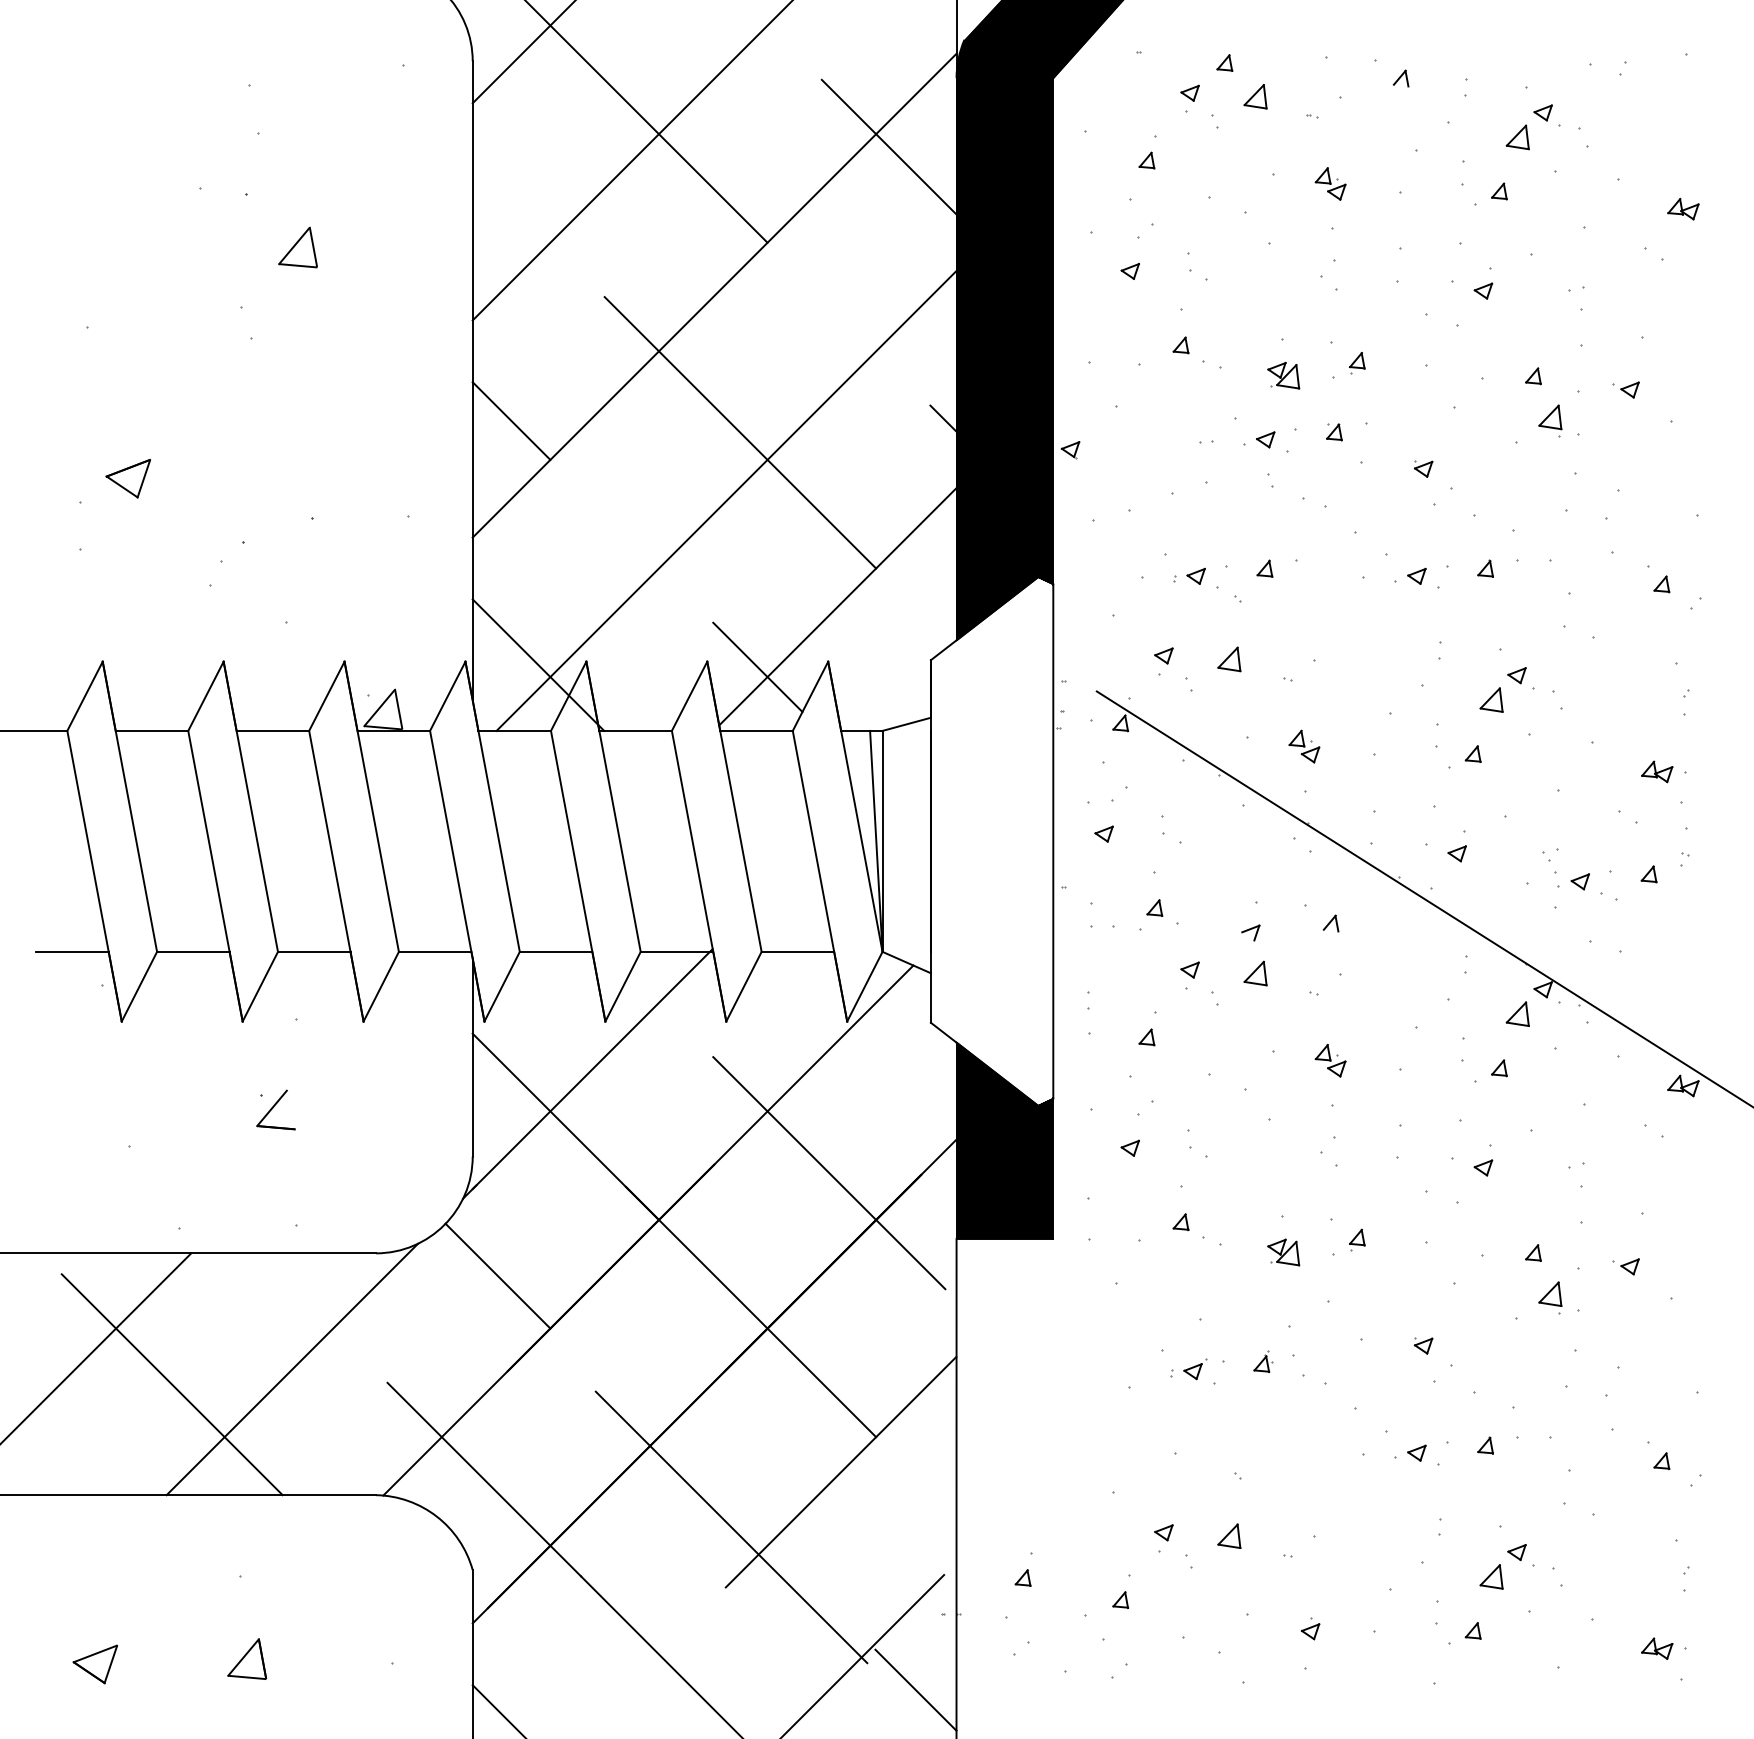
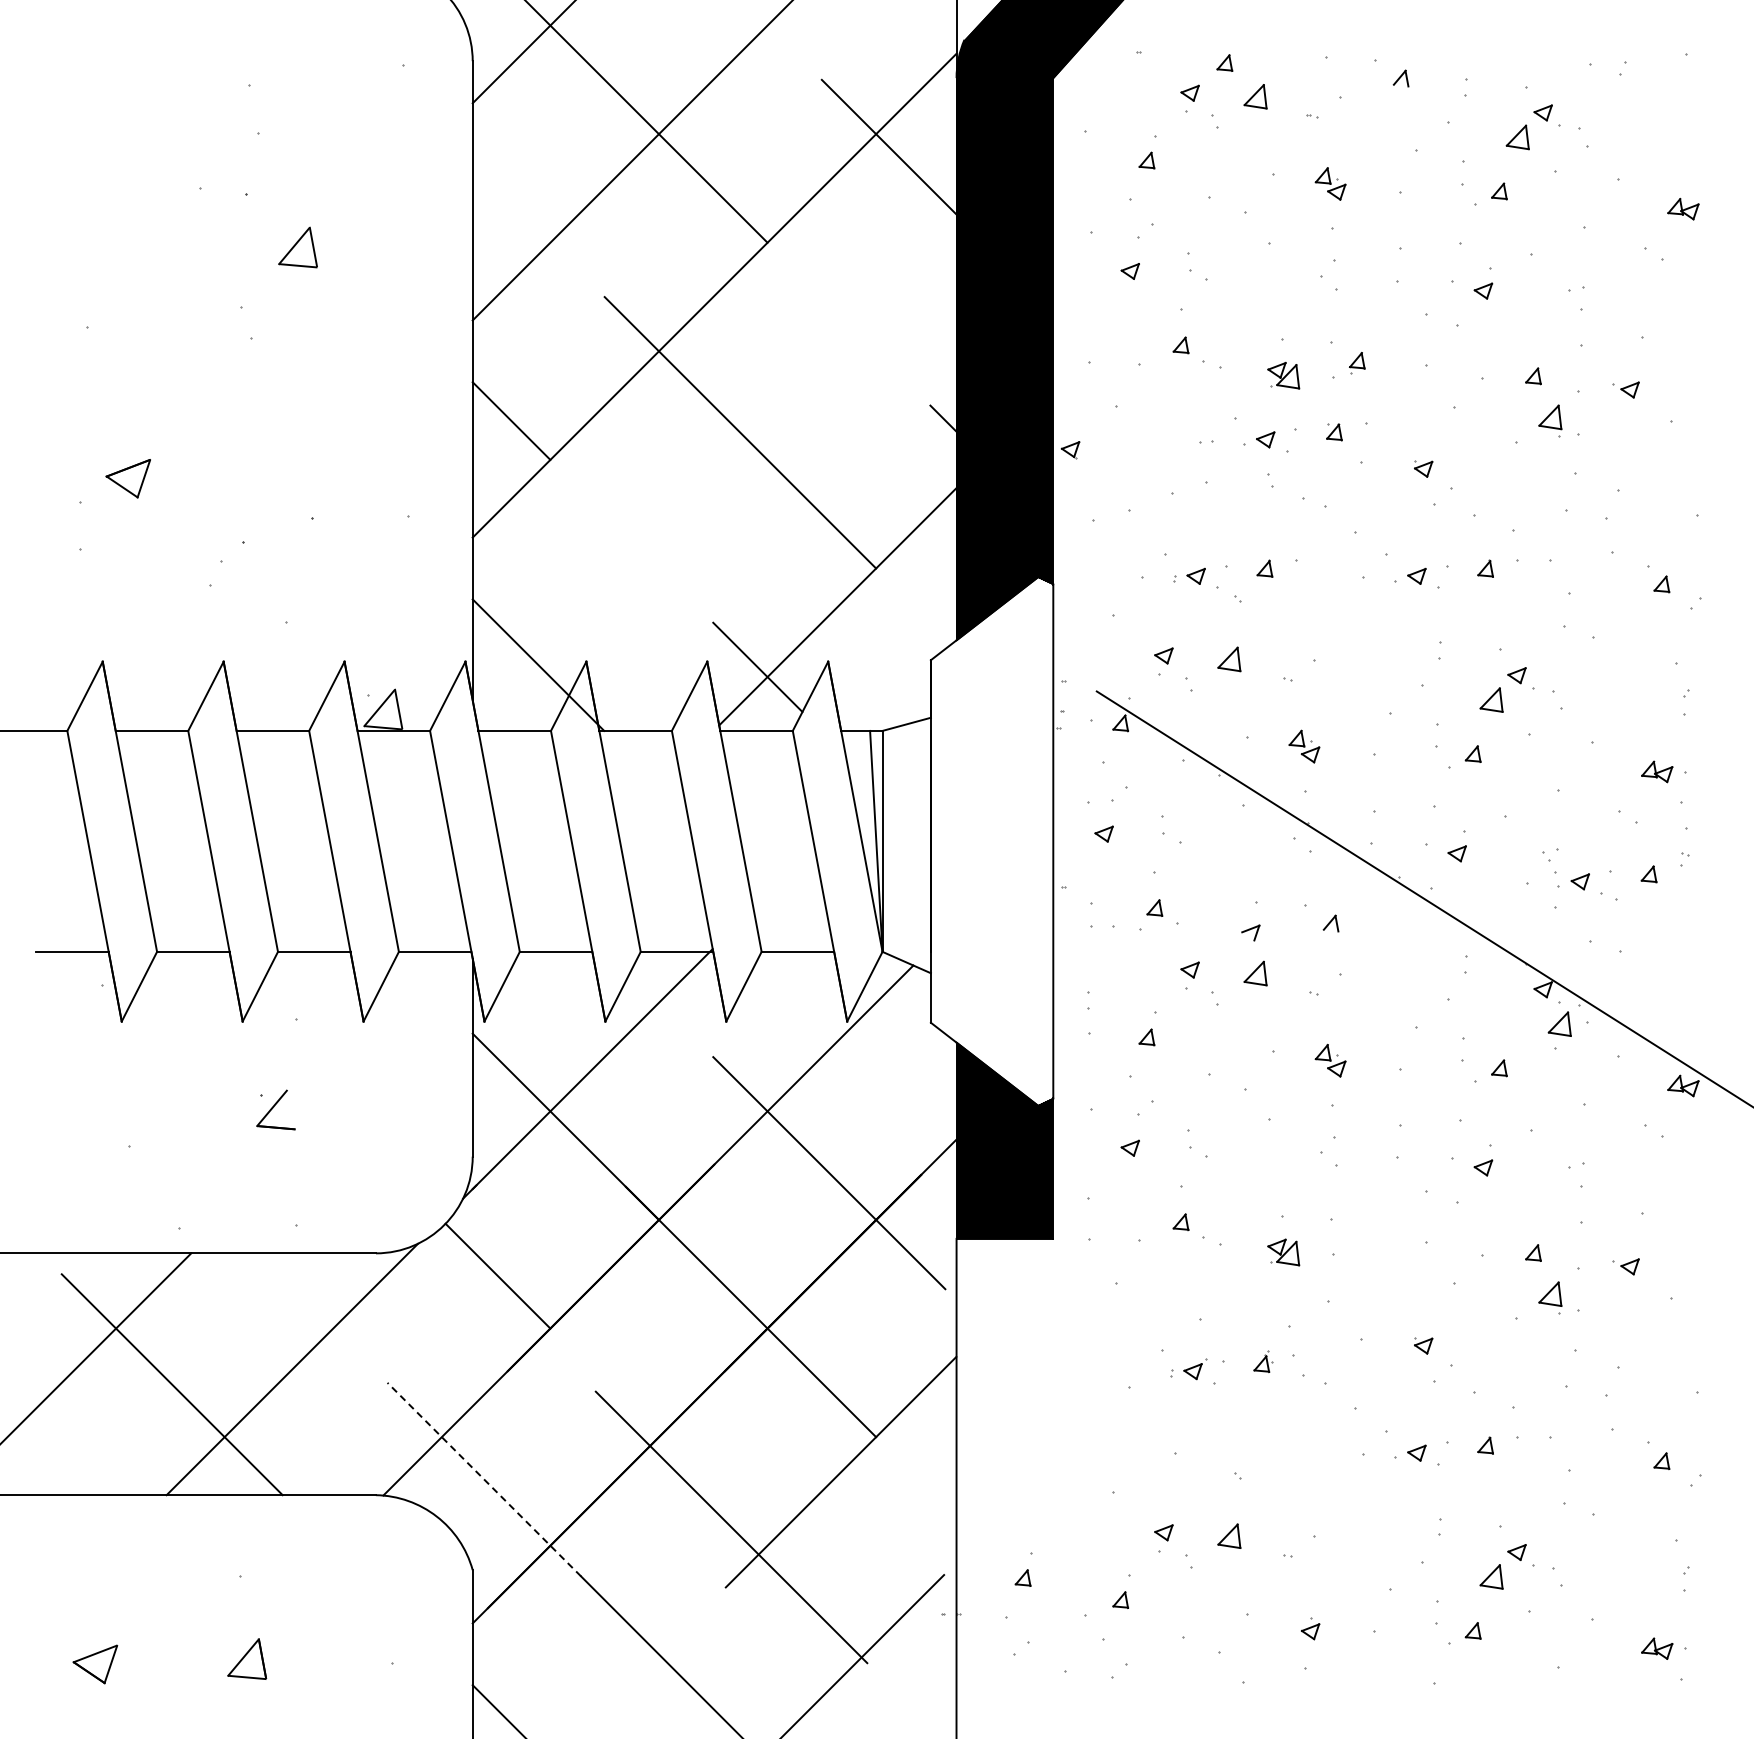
line at (726, 500): present -> none
part at (1517, 1013) position: (1517, 1013) -> (1559, 1023)
part at (1357, 1239): present -> none
line at (484, 1479): solid -> dashed
line at (915, 1689): present -> none
